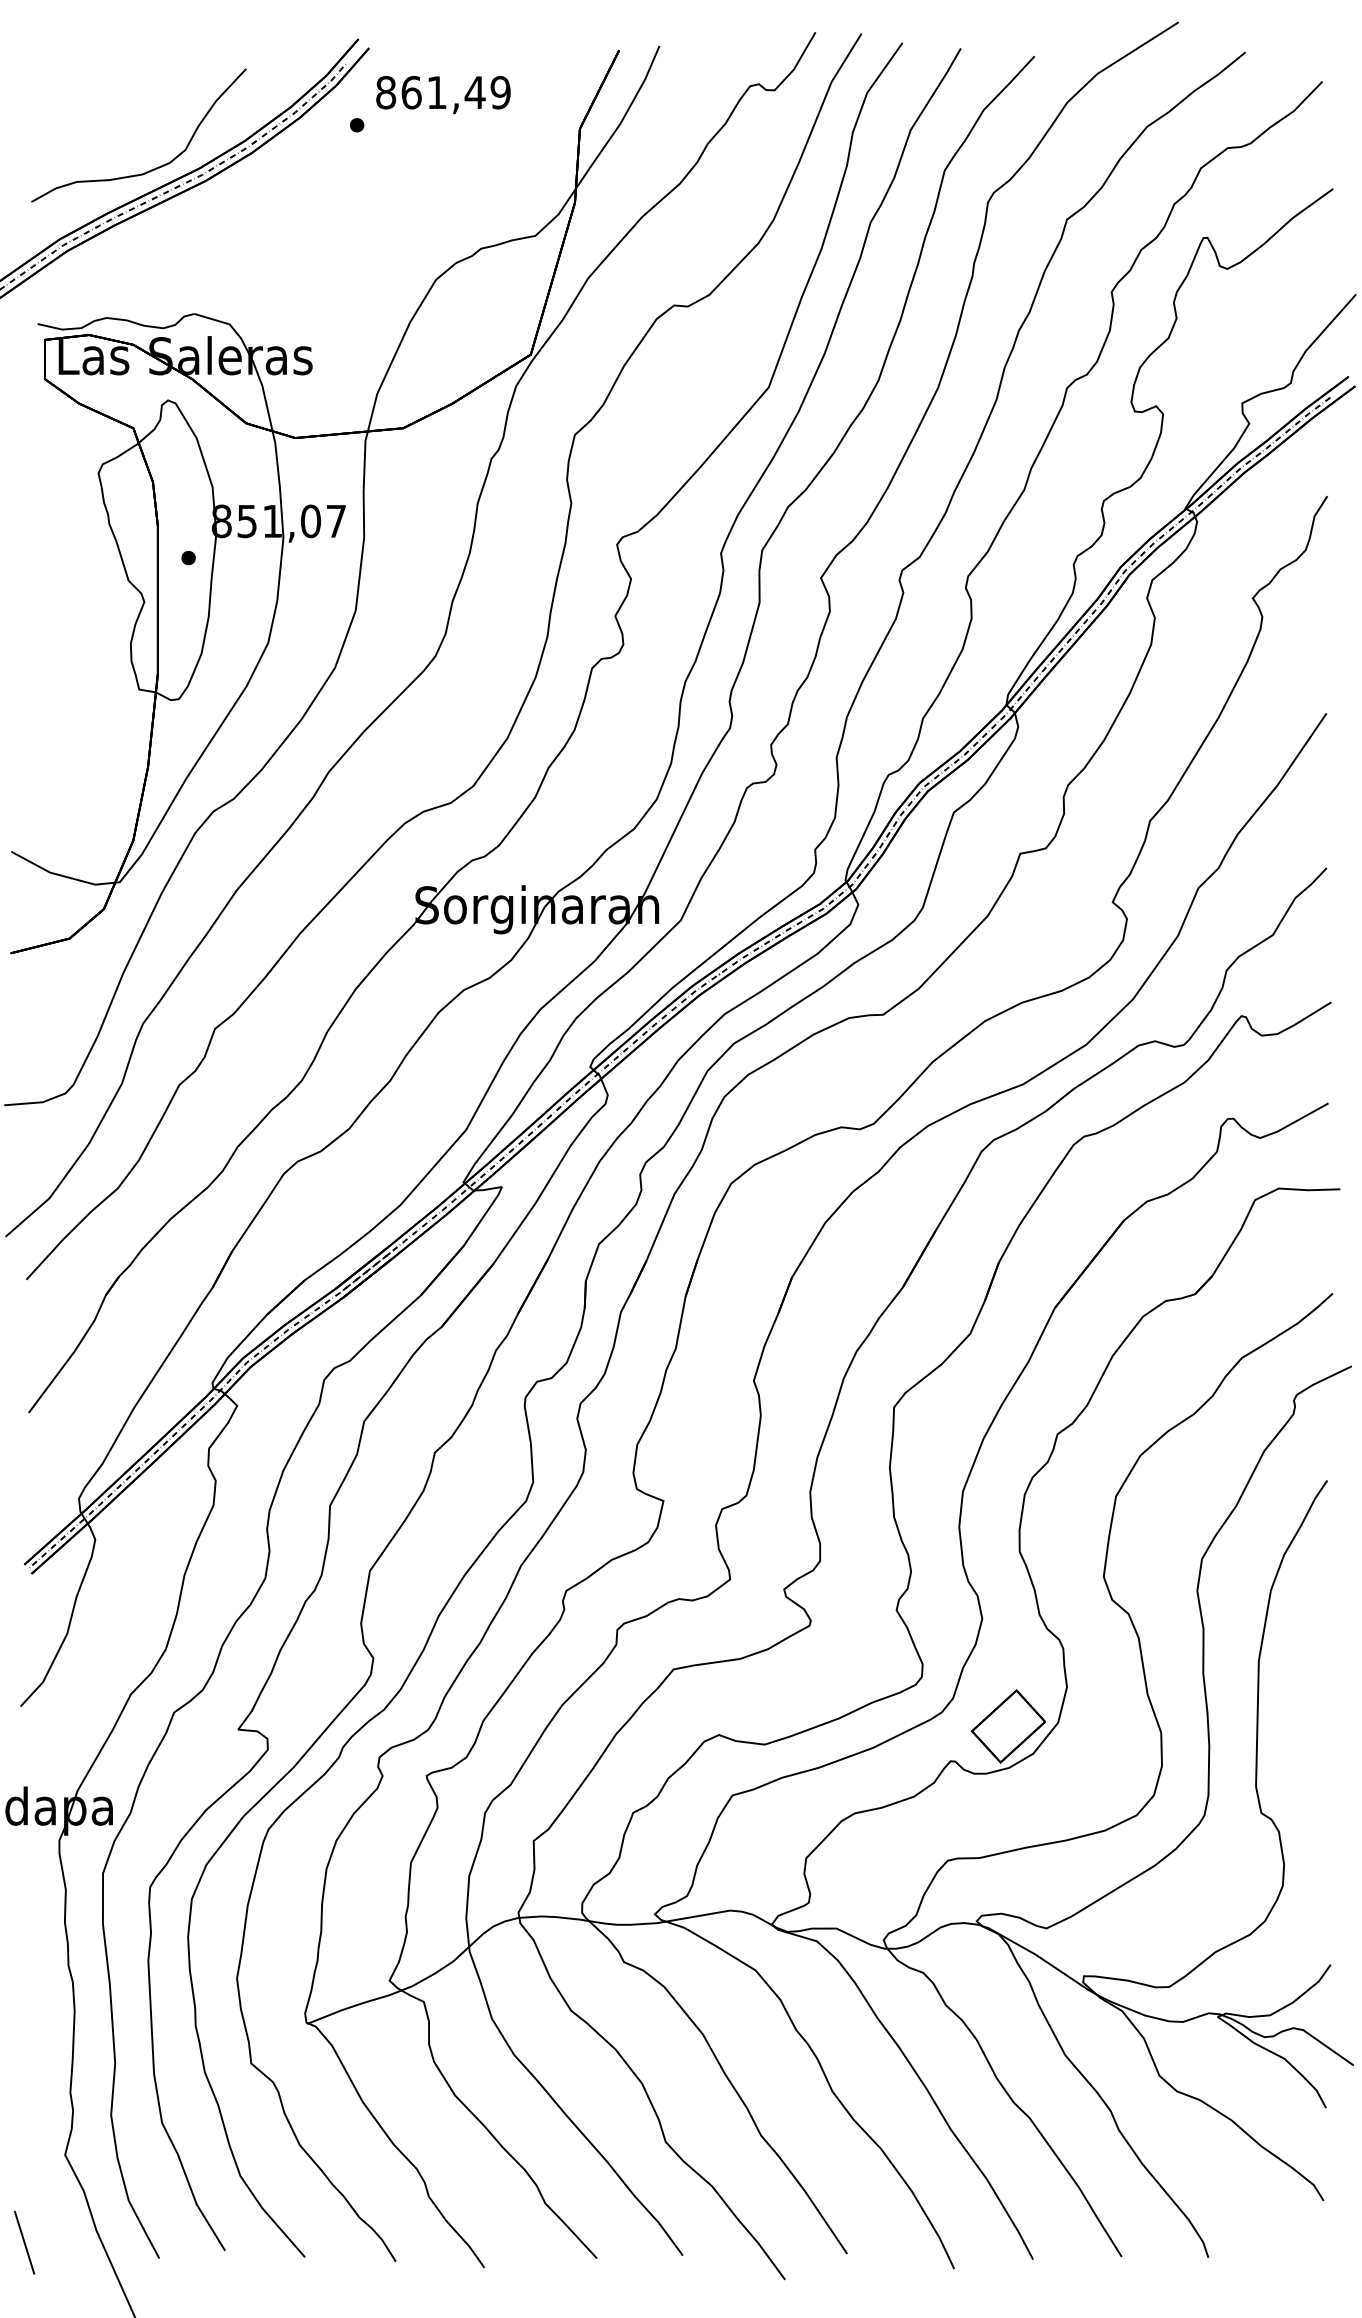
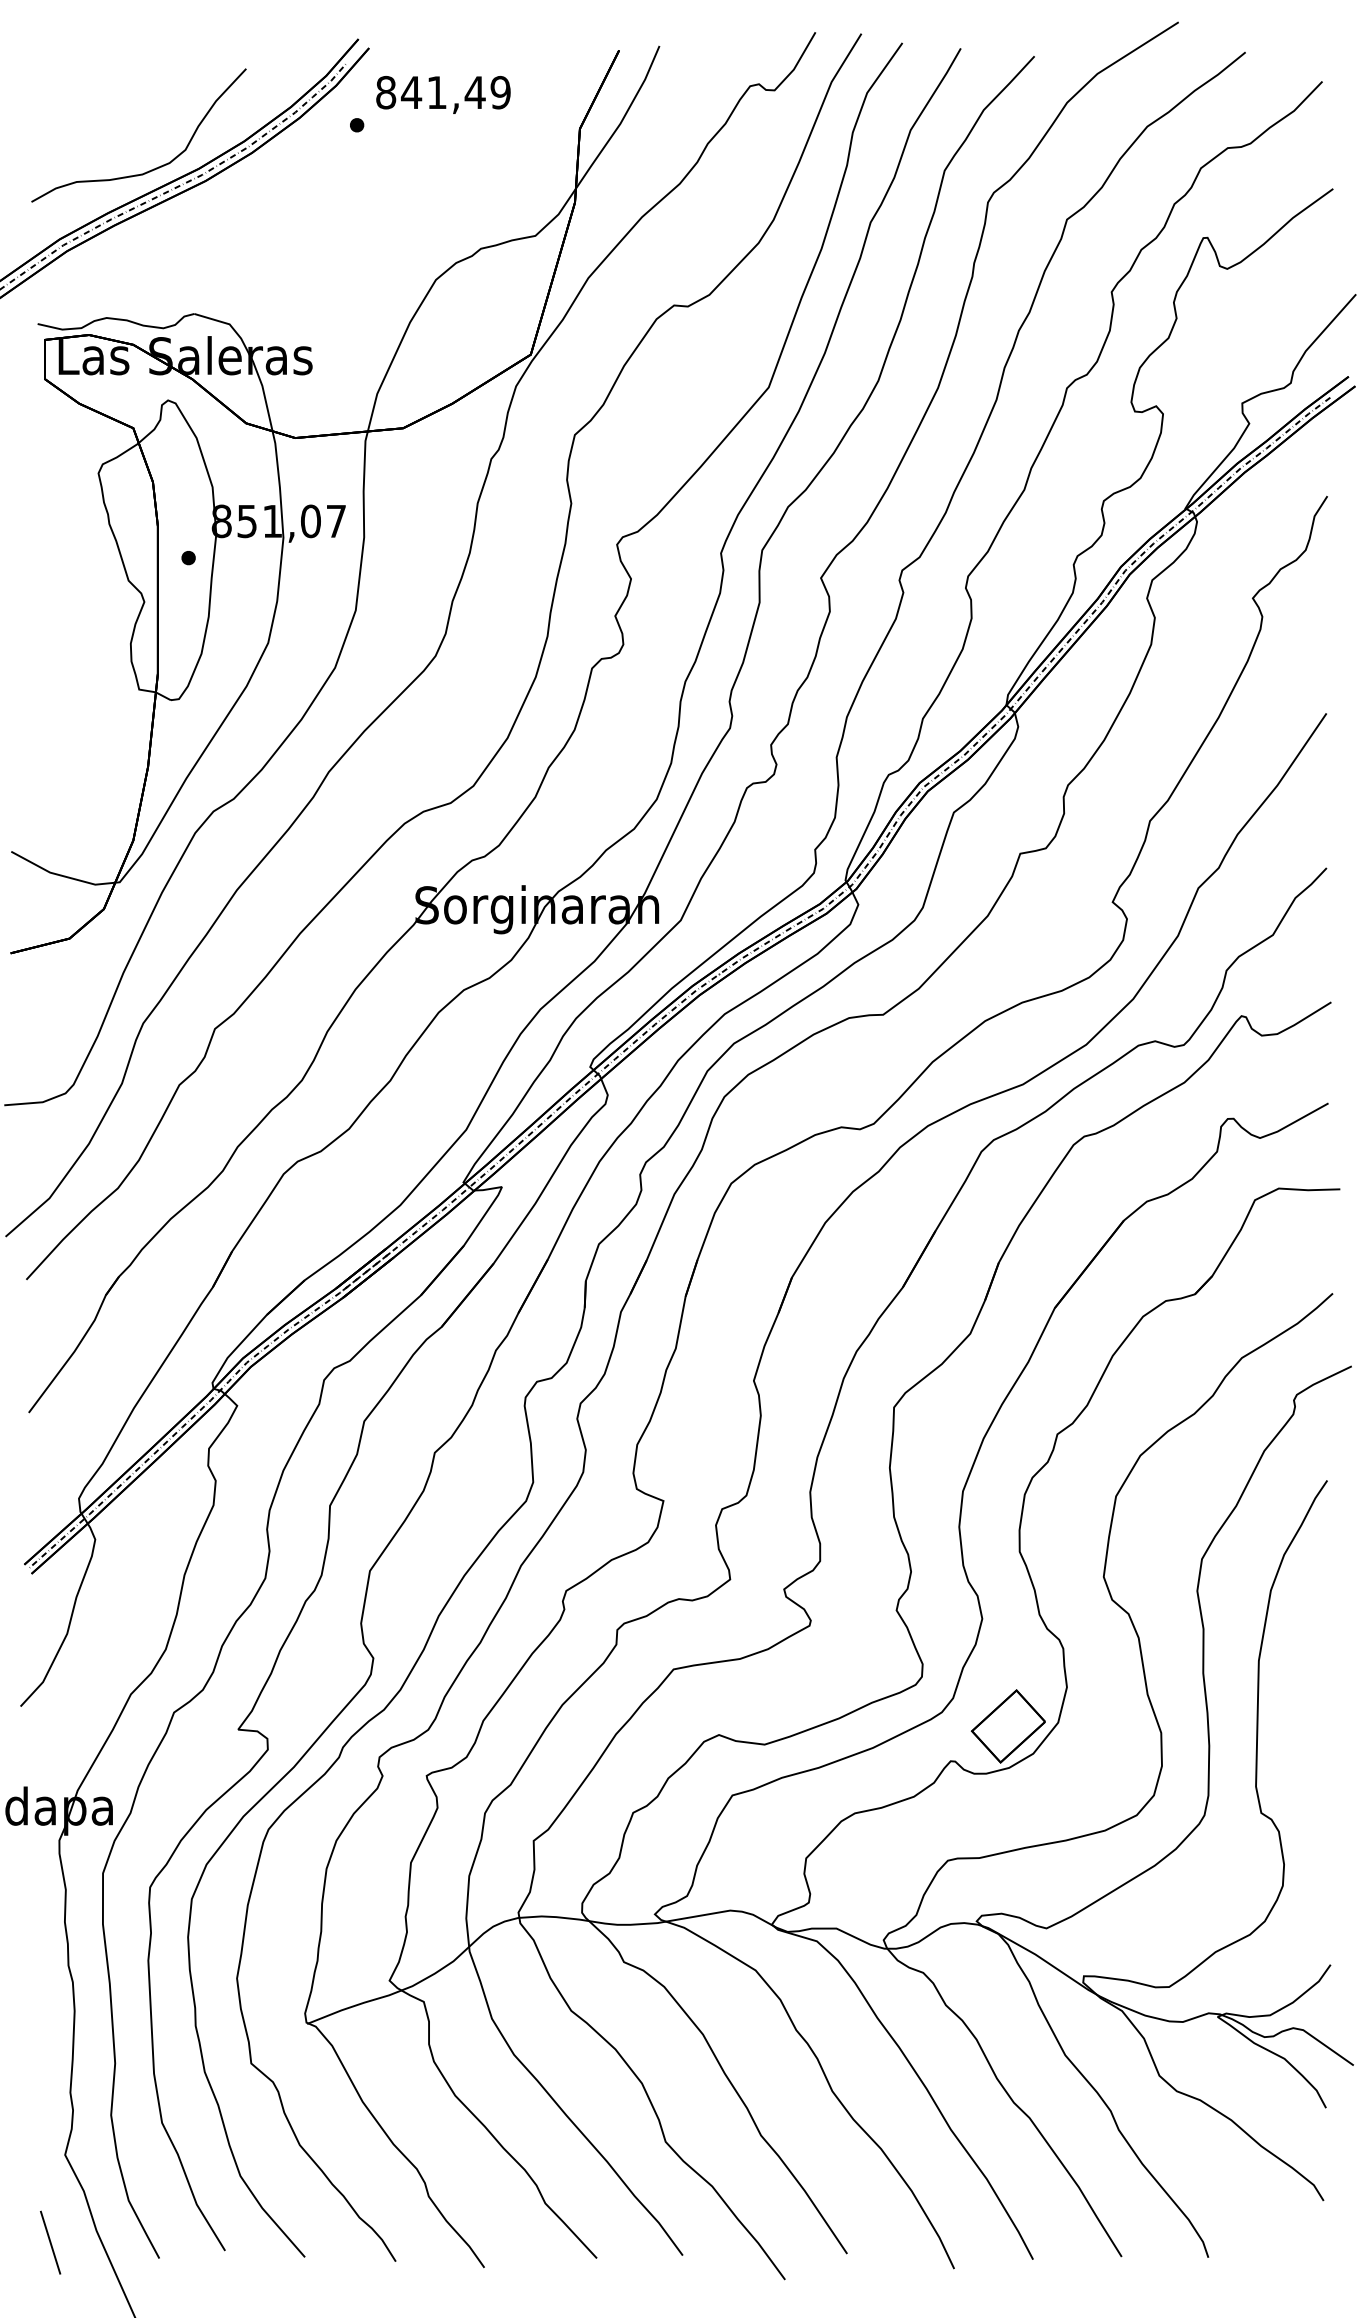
text at (411, 92): 861,49 -> 841,49
line at (24, 2242) position: (24, 2242) -> (50, 2242)
